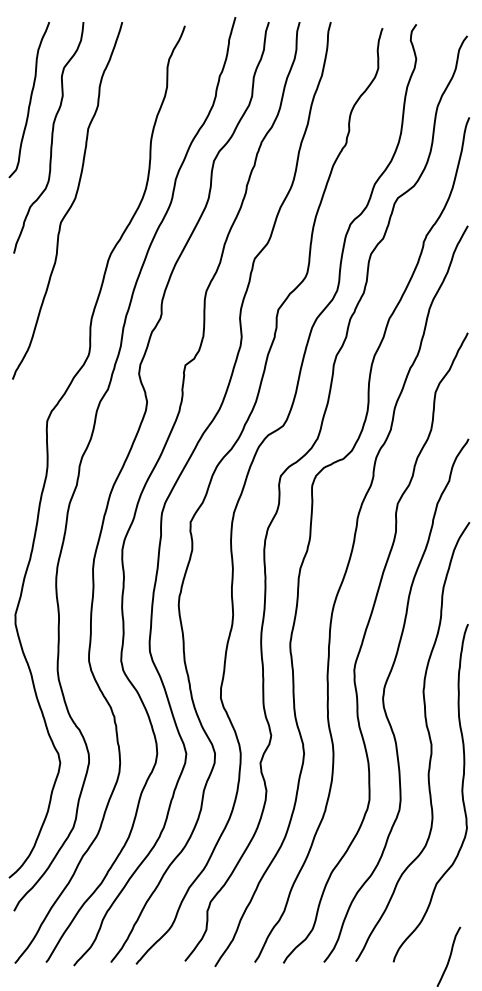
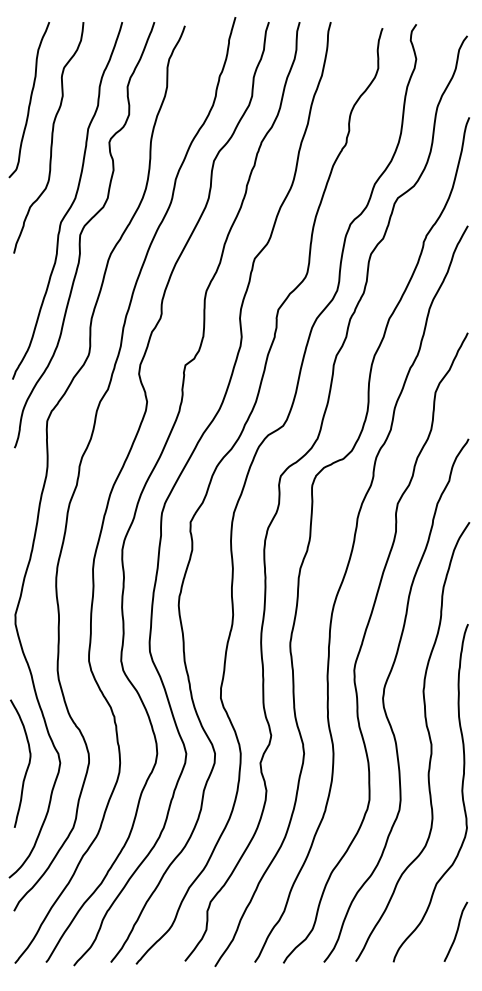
curve at (81, 235): none -> present
curve at (27, 765): none -> present
curve at (449, 956) position: (449, 956) -> (456, 931)
